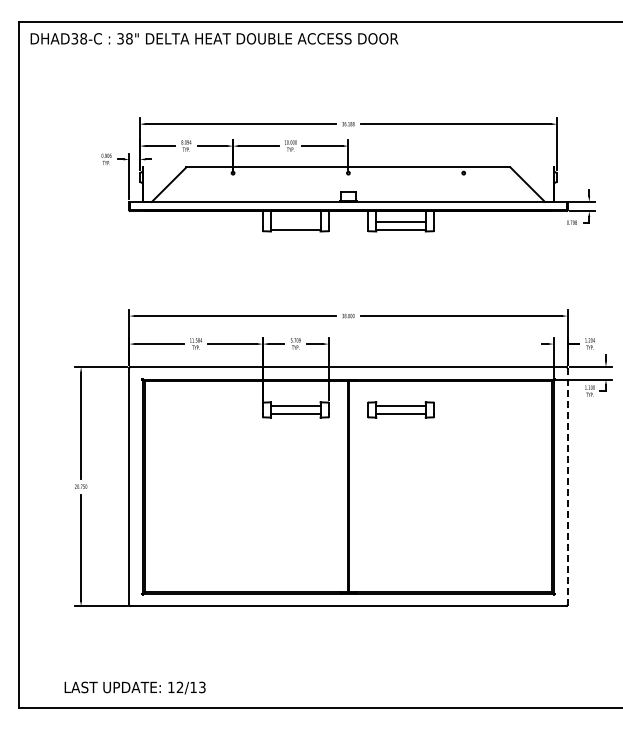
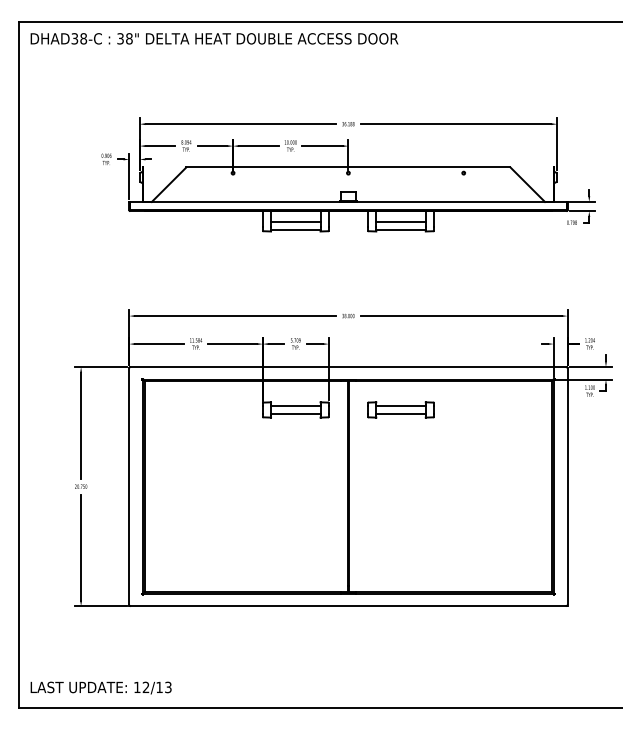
line at (295, 221): none -> present
line at (567, 486): dashed -> solid
text at (134, 687) position: (134, 687) -> (100, 687)
